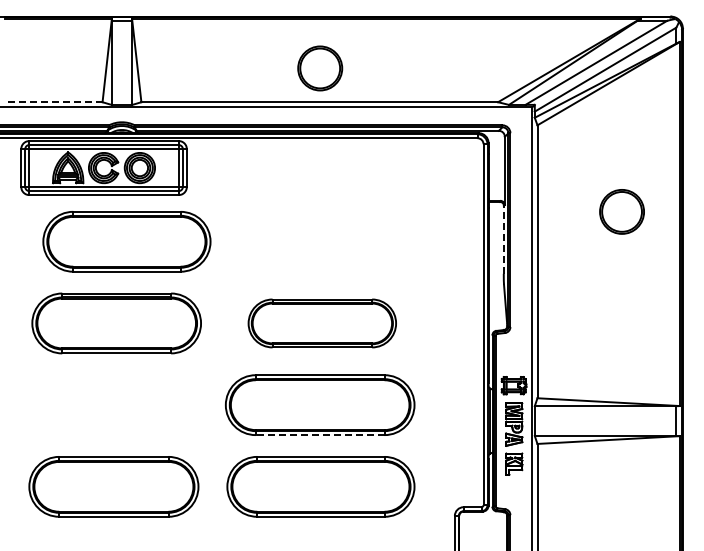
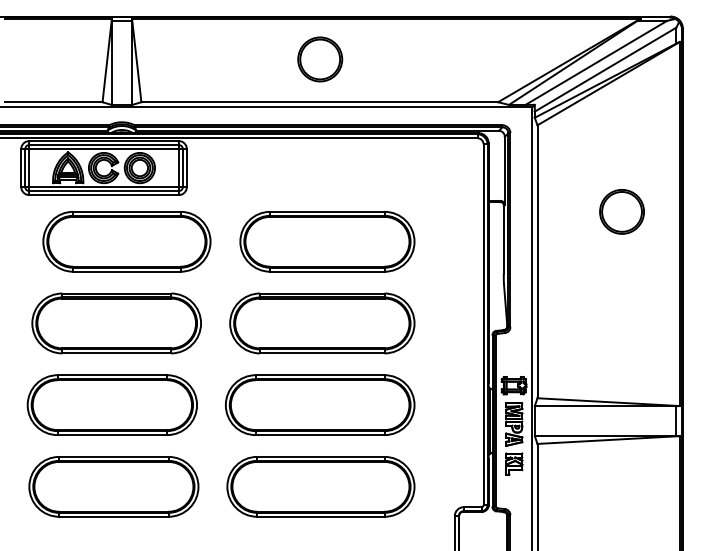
part at (320, 68) position: (320, 68) -> (320, 59)
line at (53, 102): dashed -> solid
line at (503, 239): dashed -> solid
part at (327, 241): none -> present
part at (321, 323) size: 150x51 px -> 187x63 px
part at (111, 404): none -> present
line at (319, 435): dashed -> solid
